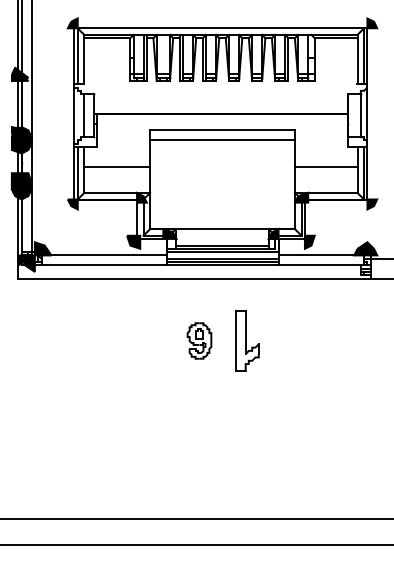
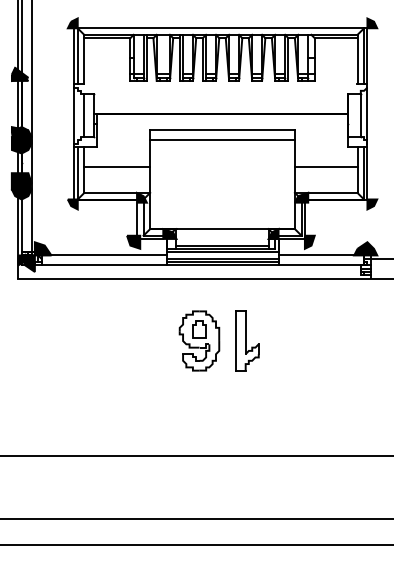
part at (199, 340) size: 27x38 px -> 43x62 px
line at (196, 456): none -> present
